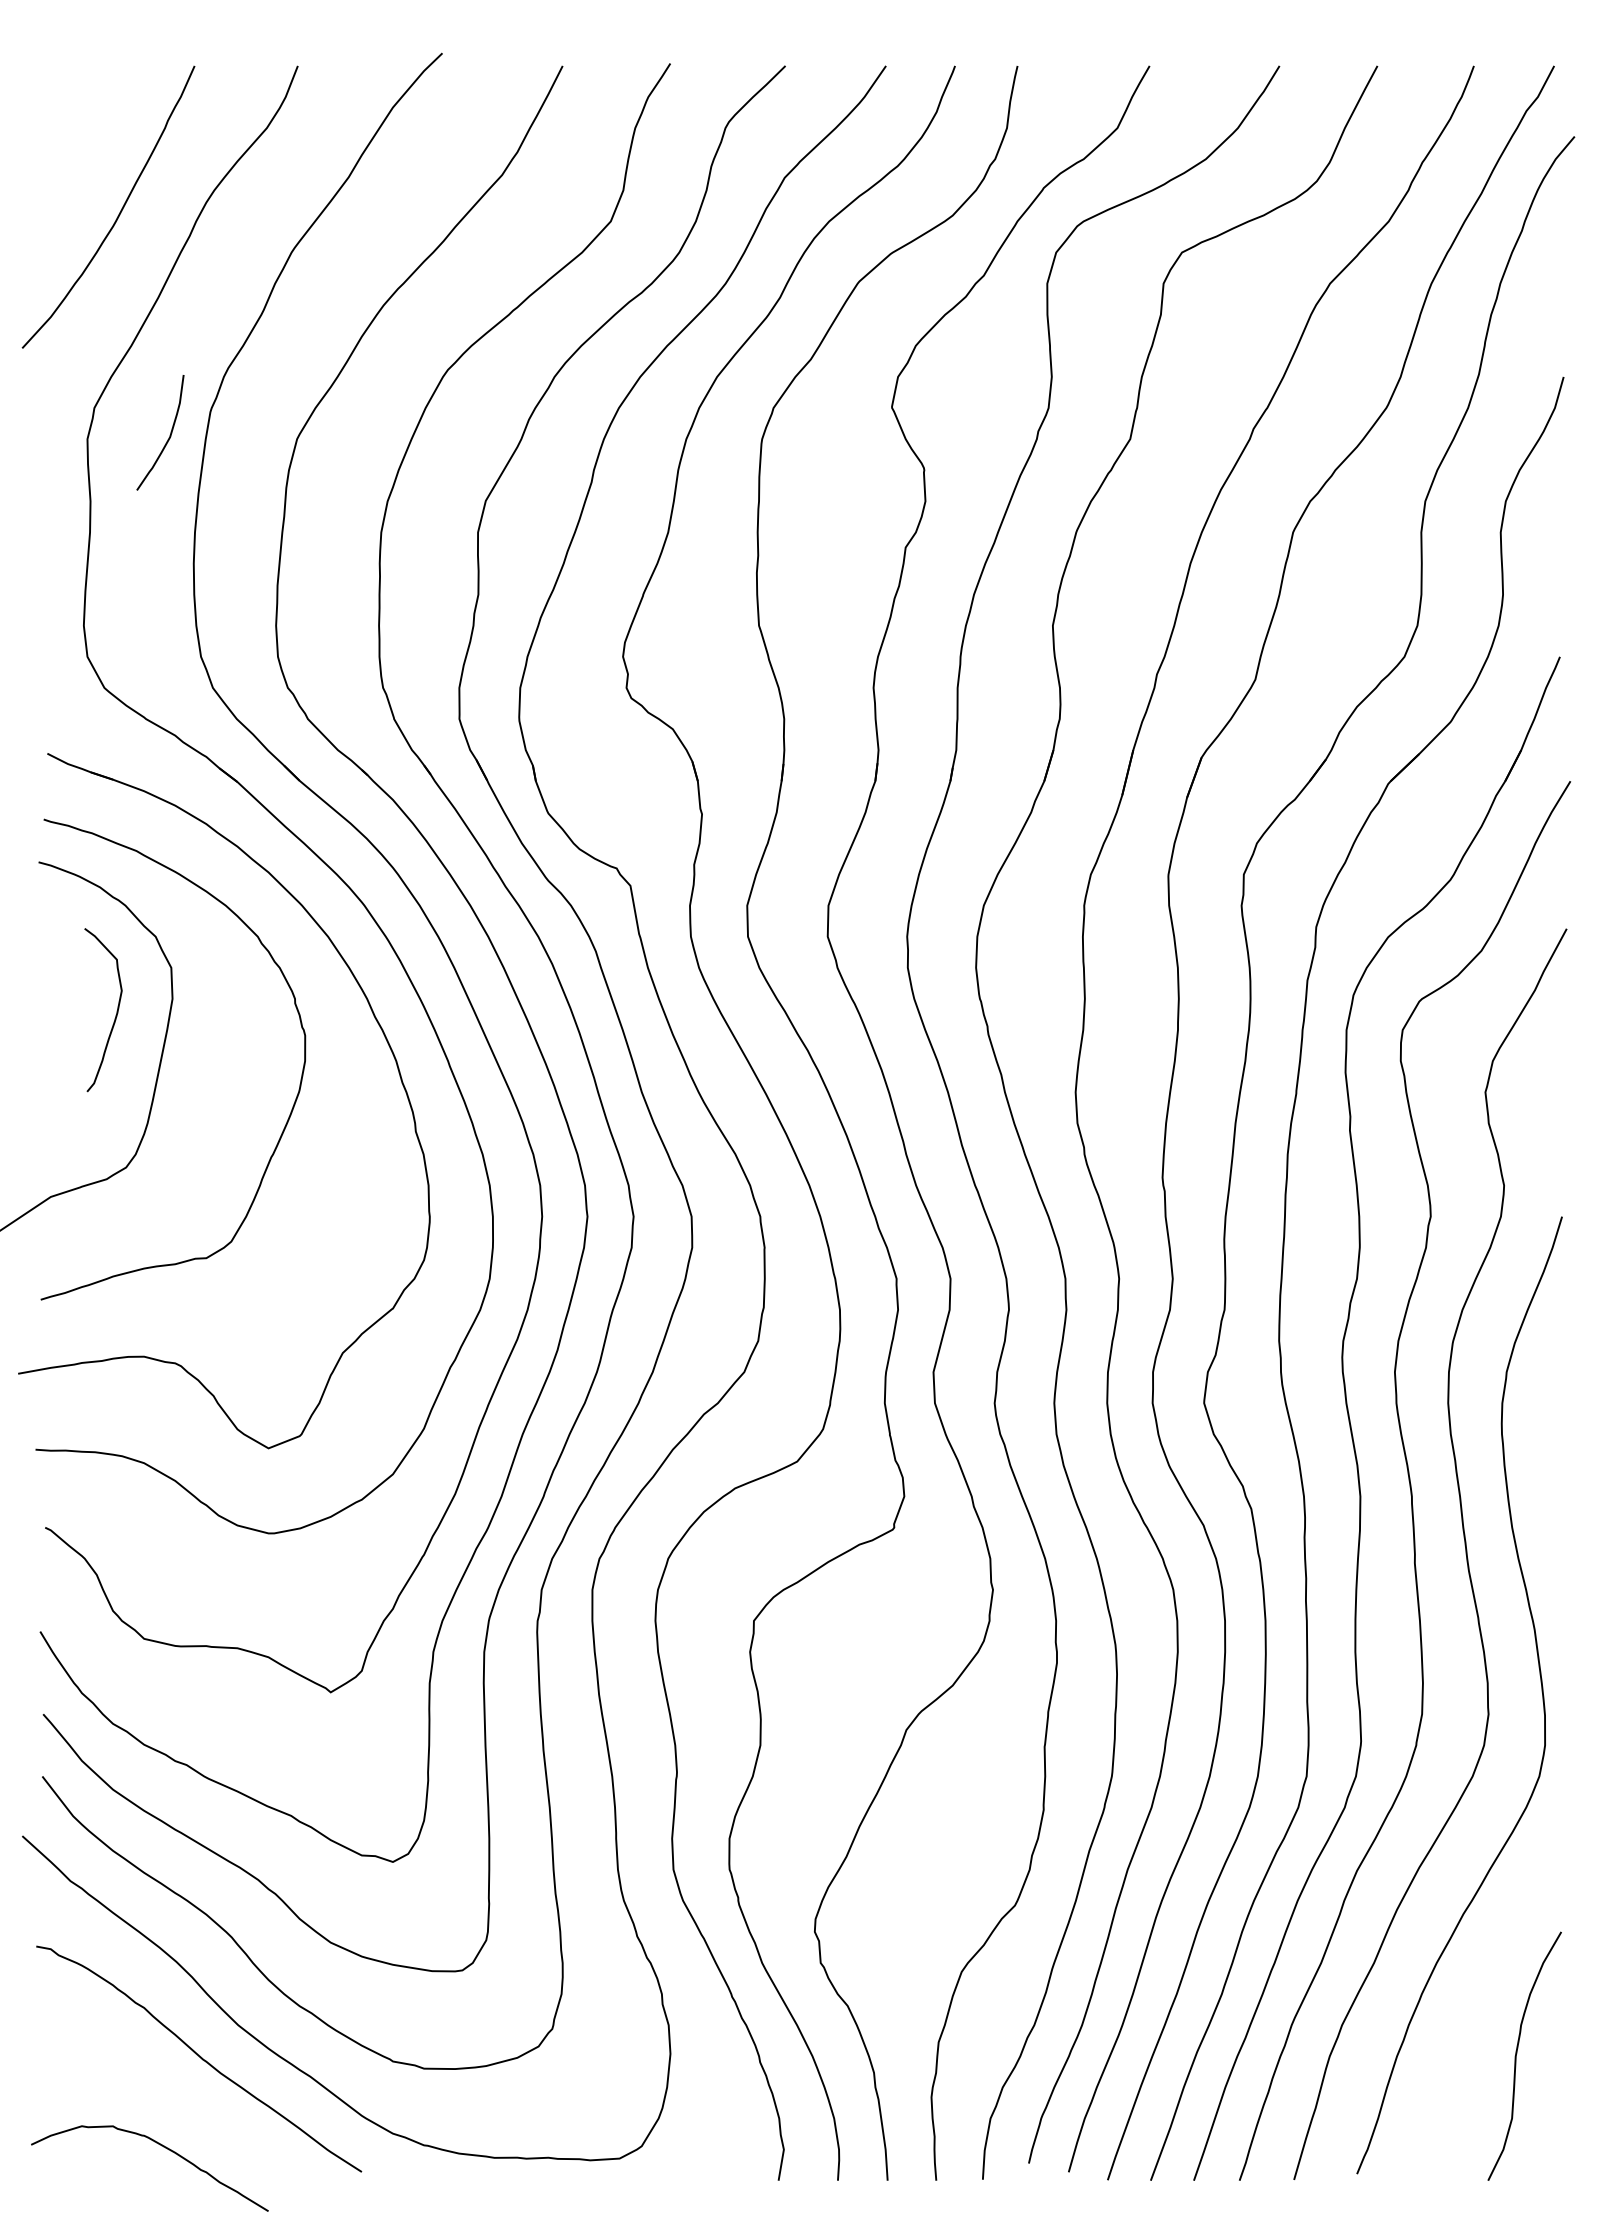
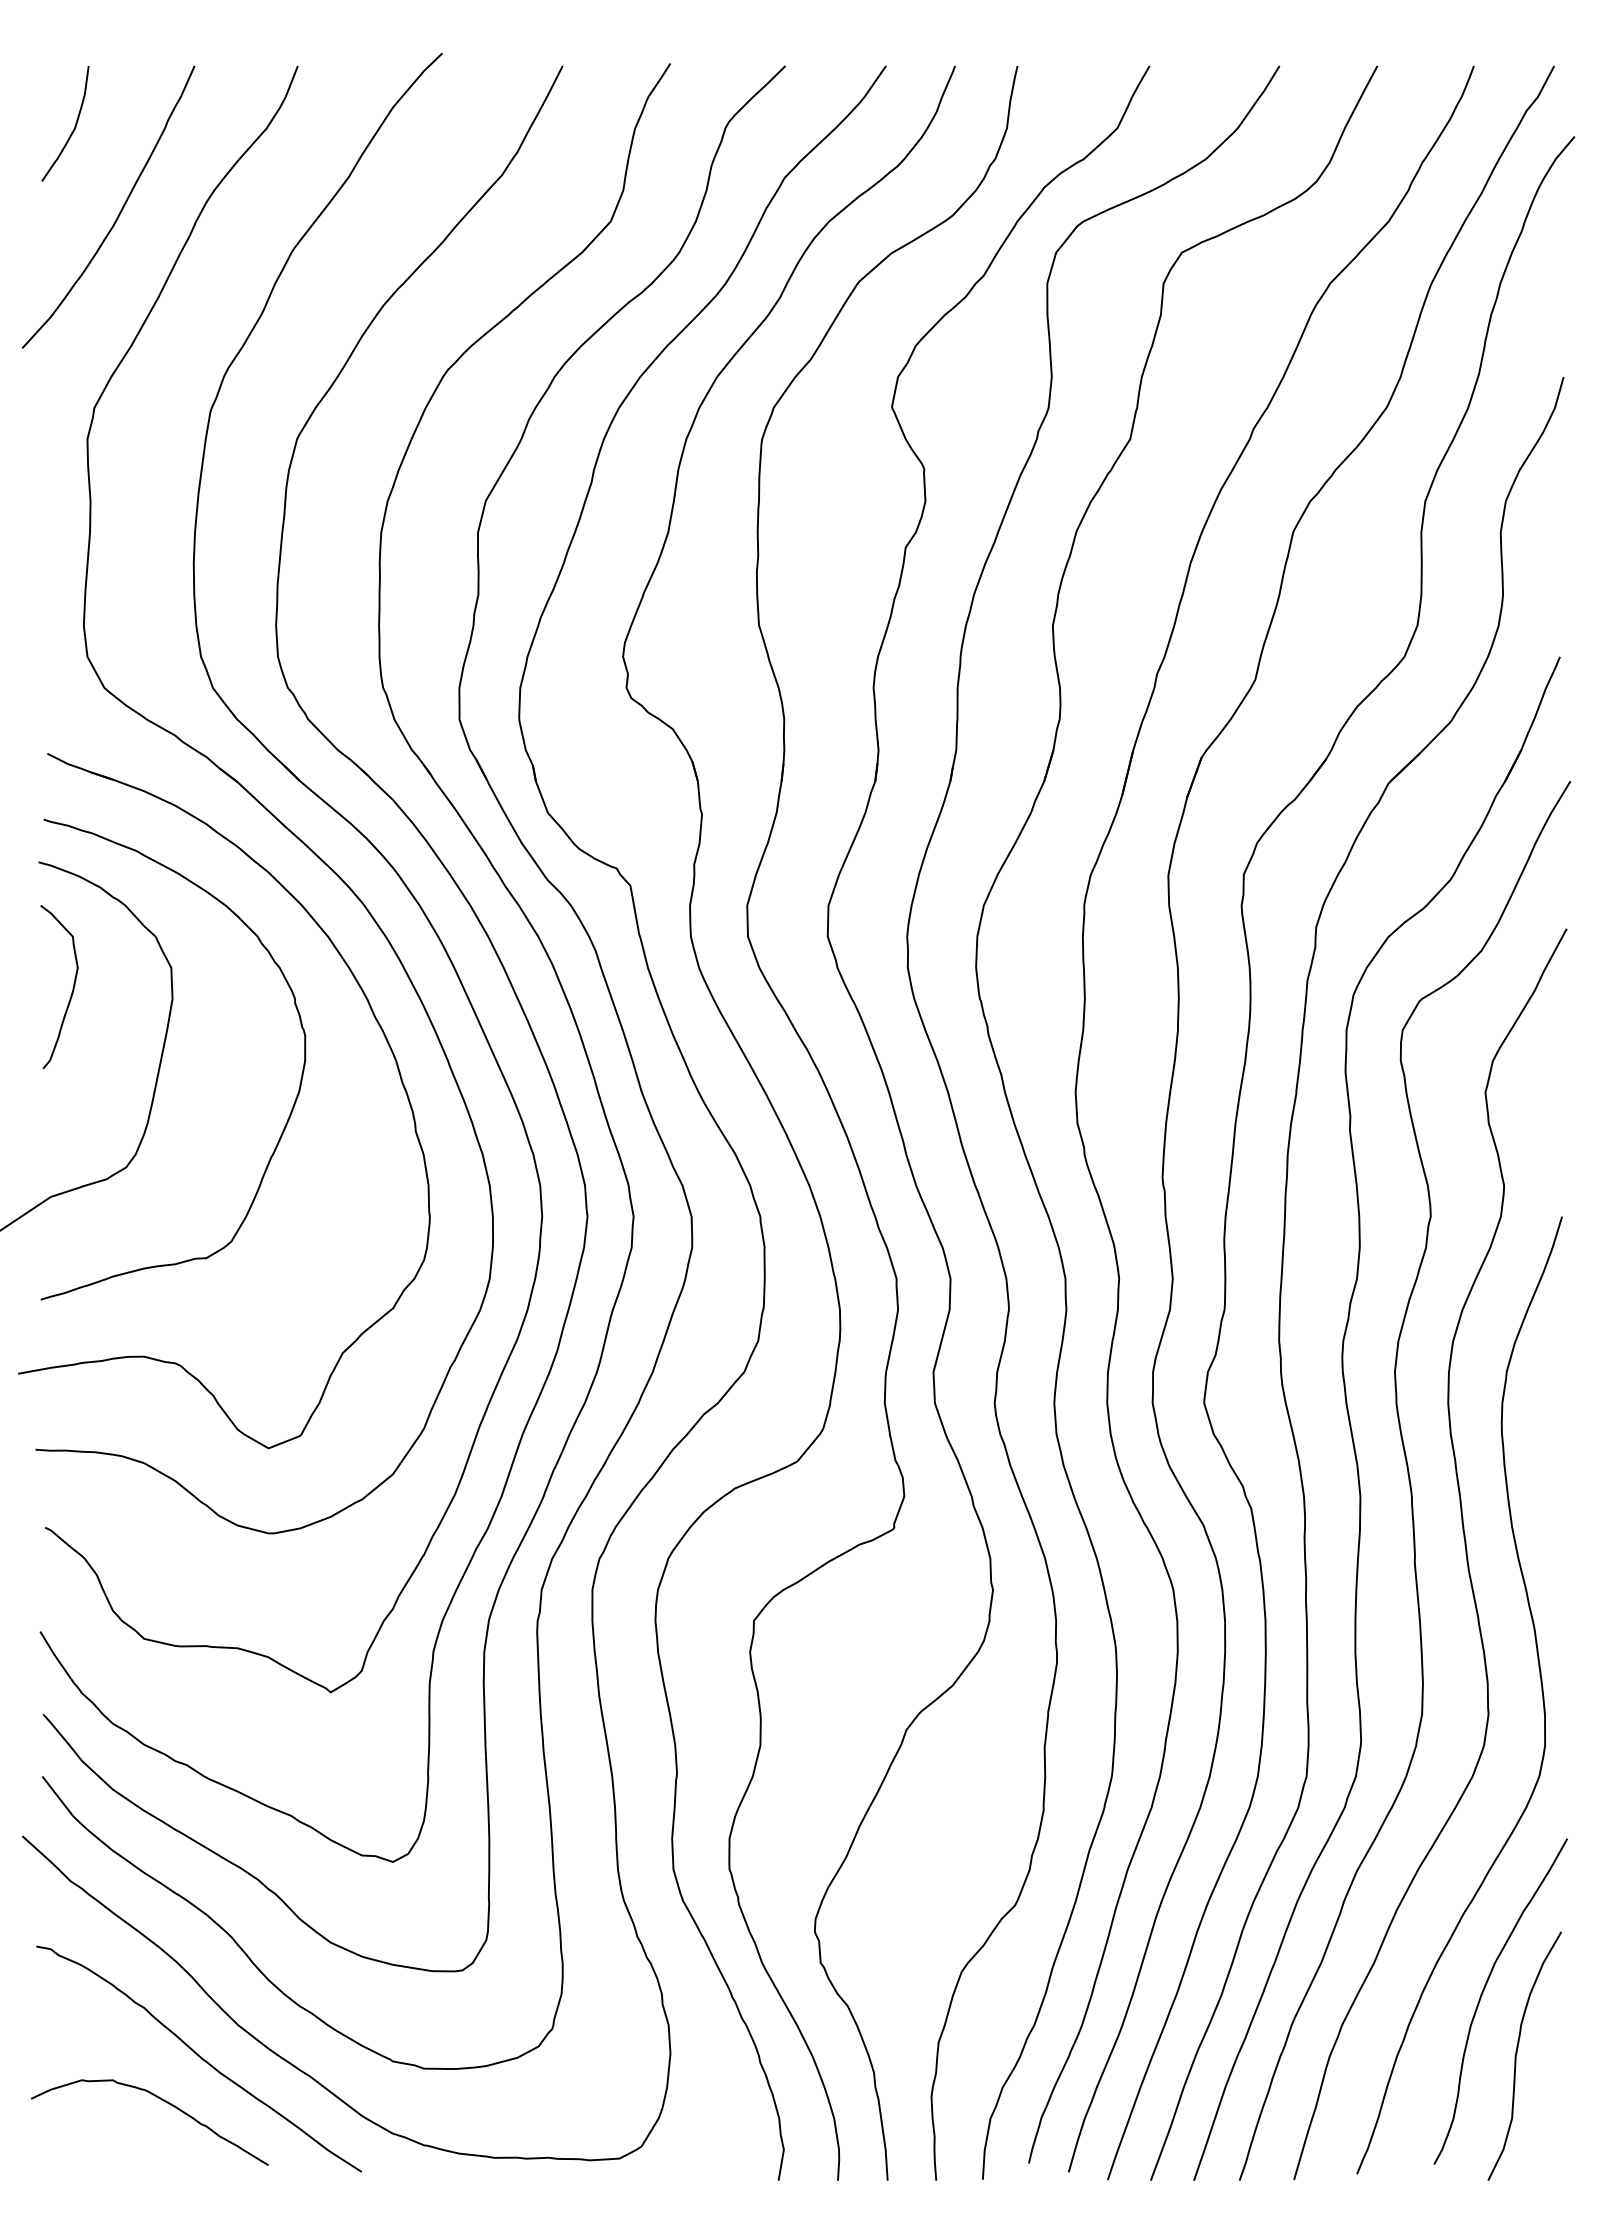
curve at (168, 437) position: (168, 437) -> (73, 128)
curve at (115, 1015) position: (115, 1015) -> (71, 992)
curve at (1482, 1995): none -> present
curve at (161, 2146) position: (161, 2146) -> (161, 2100)
